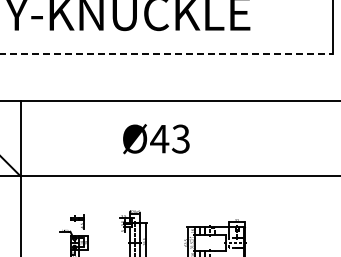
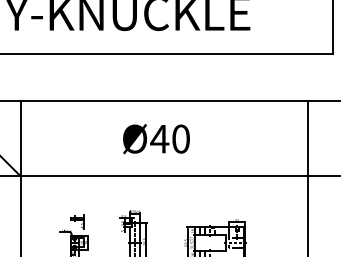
line at (167, 53): dashed -> solid
text at (180, 138): Ø43 -> Ø40
line at (308, 177): none -> present
